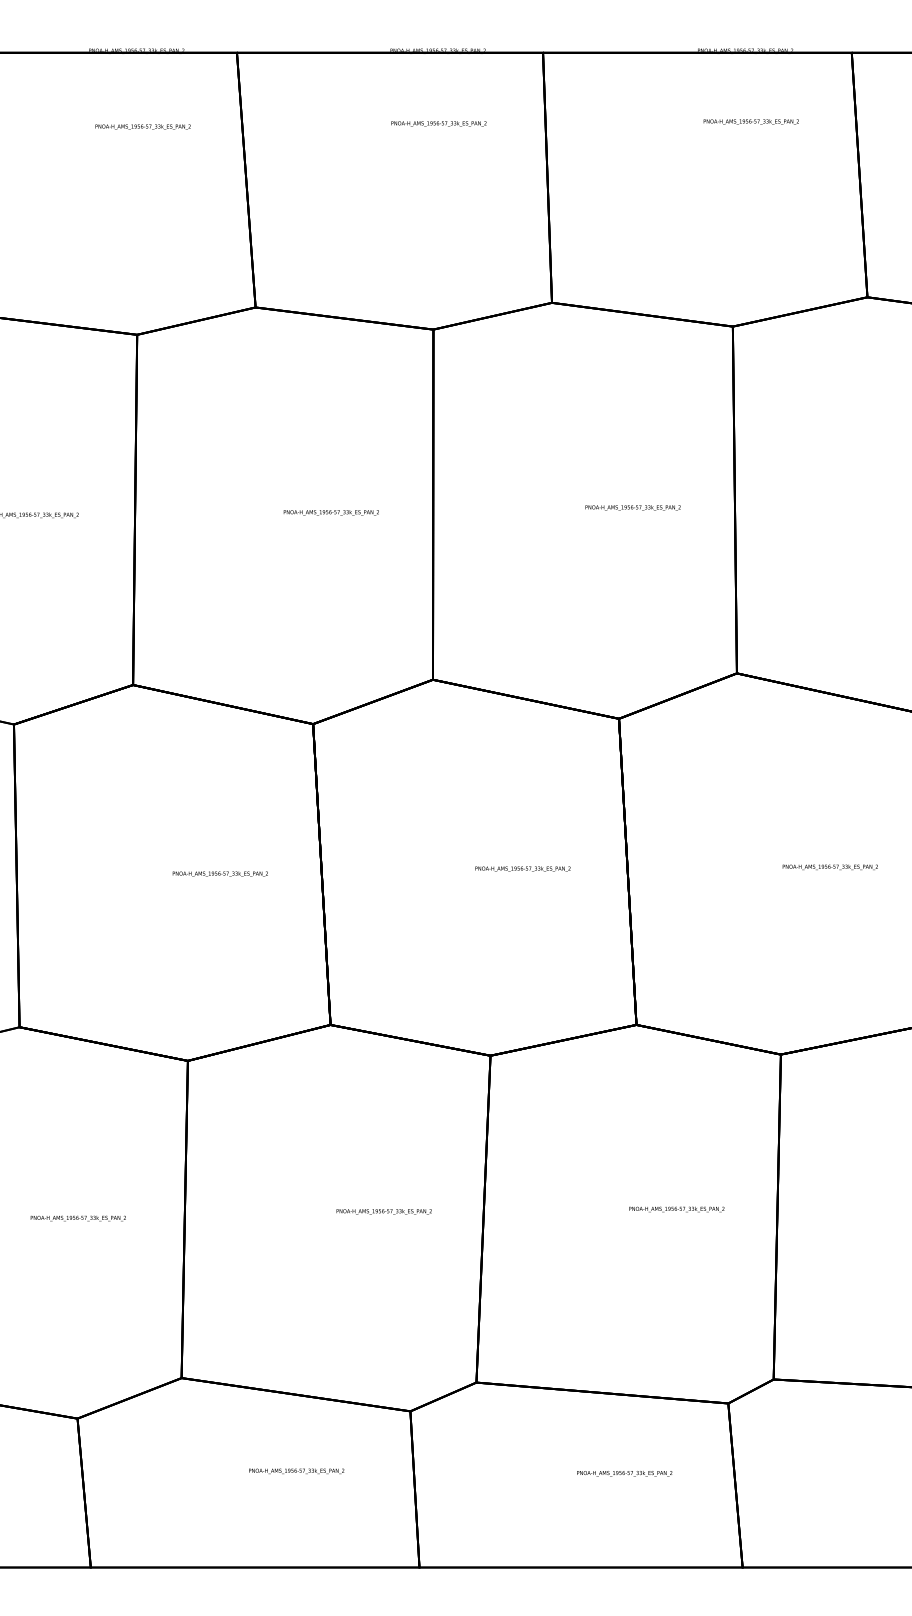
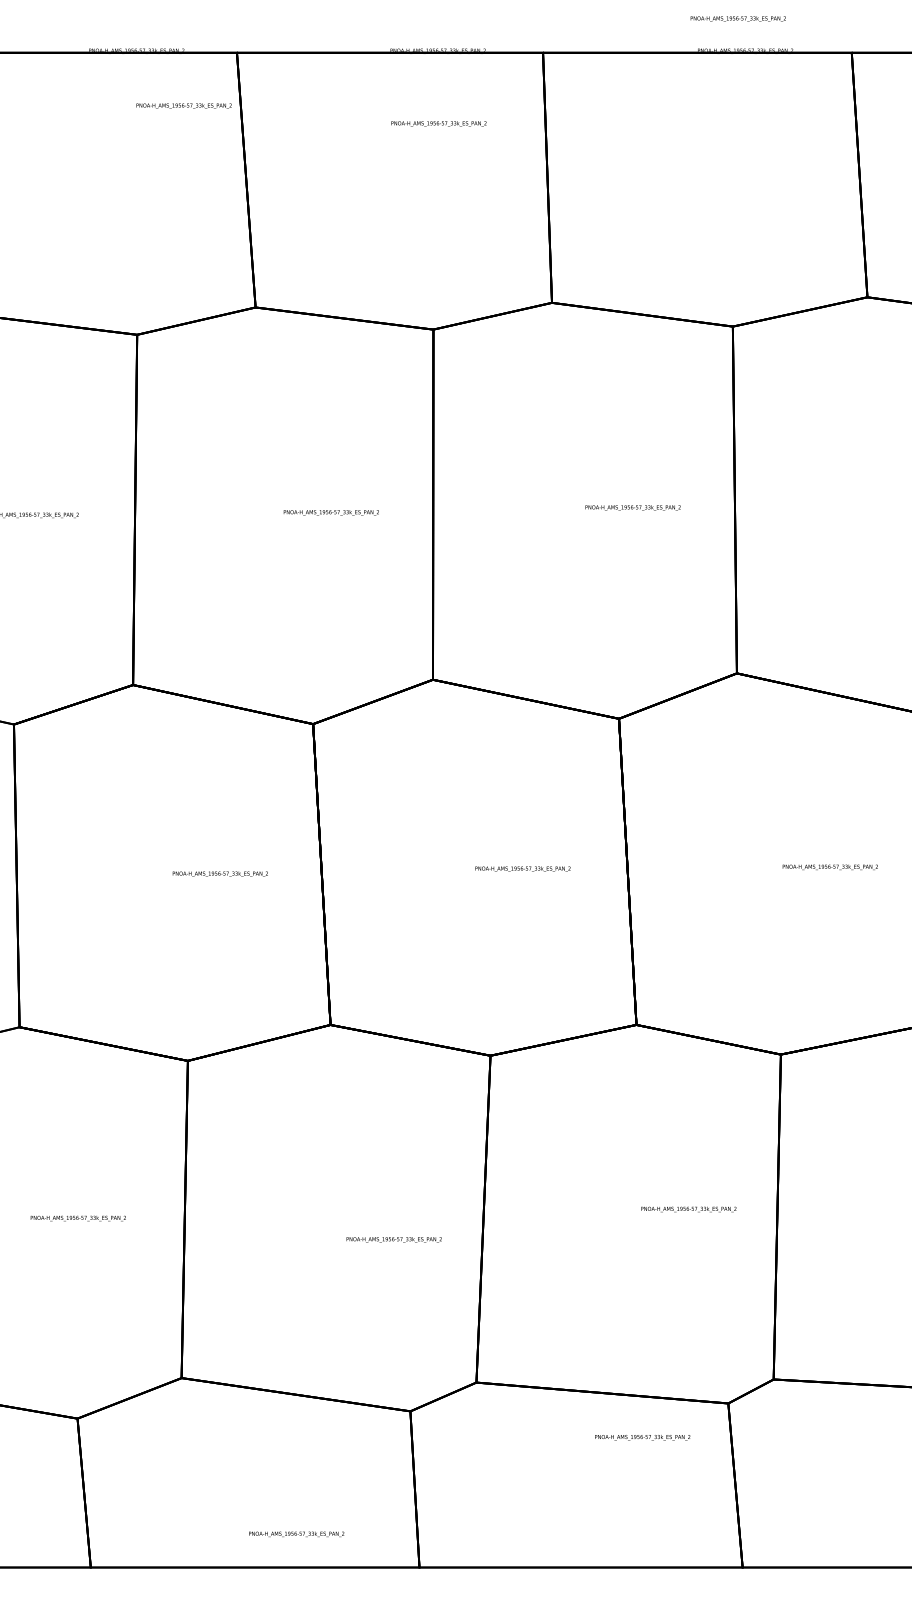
text at (750, 121) position: (750, 121) -> (737, 18)
text at (142, 126) position: (142, 126) -> (183, 105)
text at (676, 1209) position: (676, 1209) -> (688, 1209)
text at (383, 1211) position: (383, 1211) -> (393, 1239)
text at (296, 1471) position: (296, 1471) -> (296, 1534)
text at (624, 1473) position: (624, 1473) -> (642, 1437)
